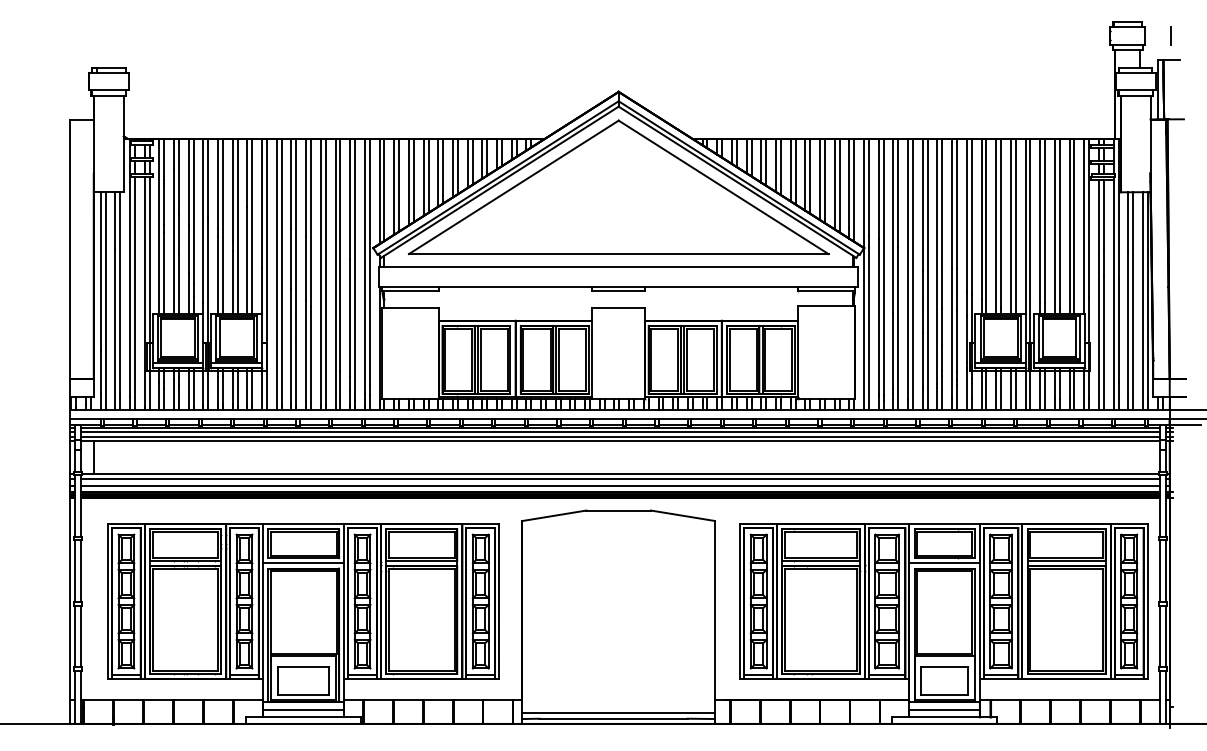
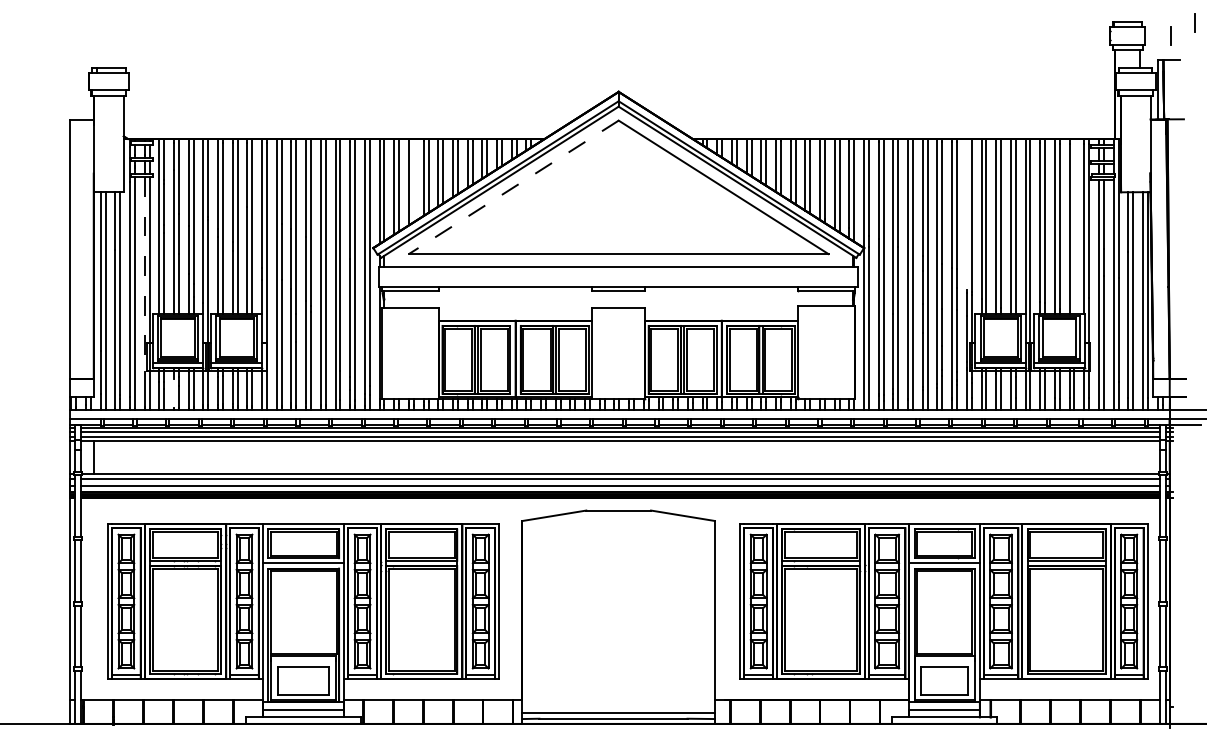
line at (1194, 22): none -> present
line at (413, 180): present -> none
line at (513, 187): solid -> dashed
line at (966, 213): present -> none
line at (1074, 226): present -> none
line at (144, 274): solid -> dashed
line at (174, 392): present -> none
